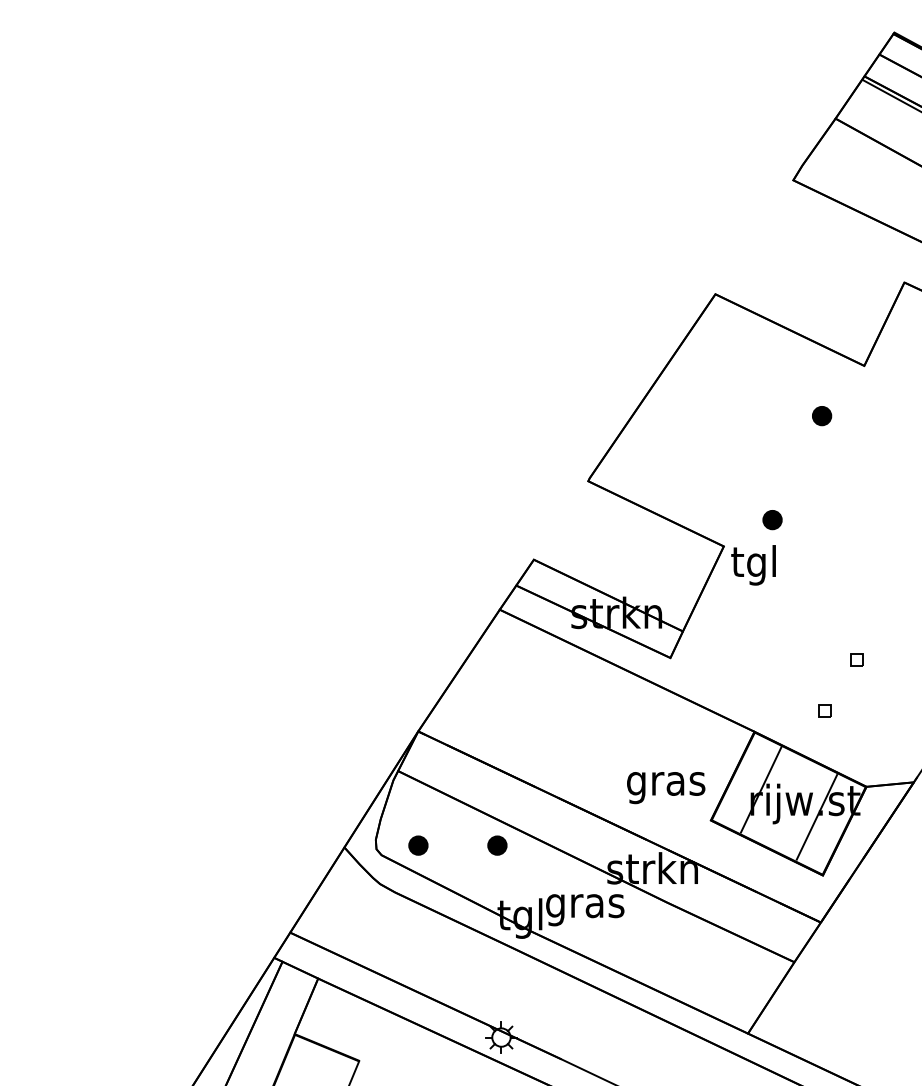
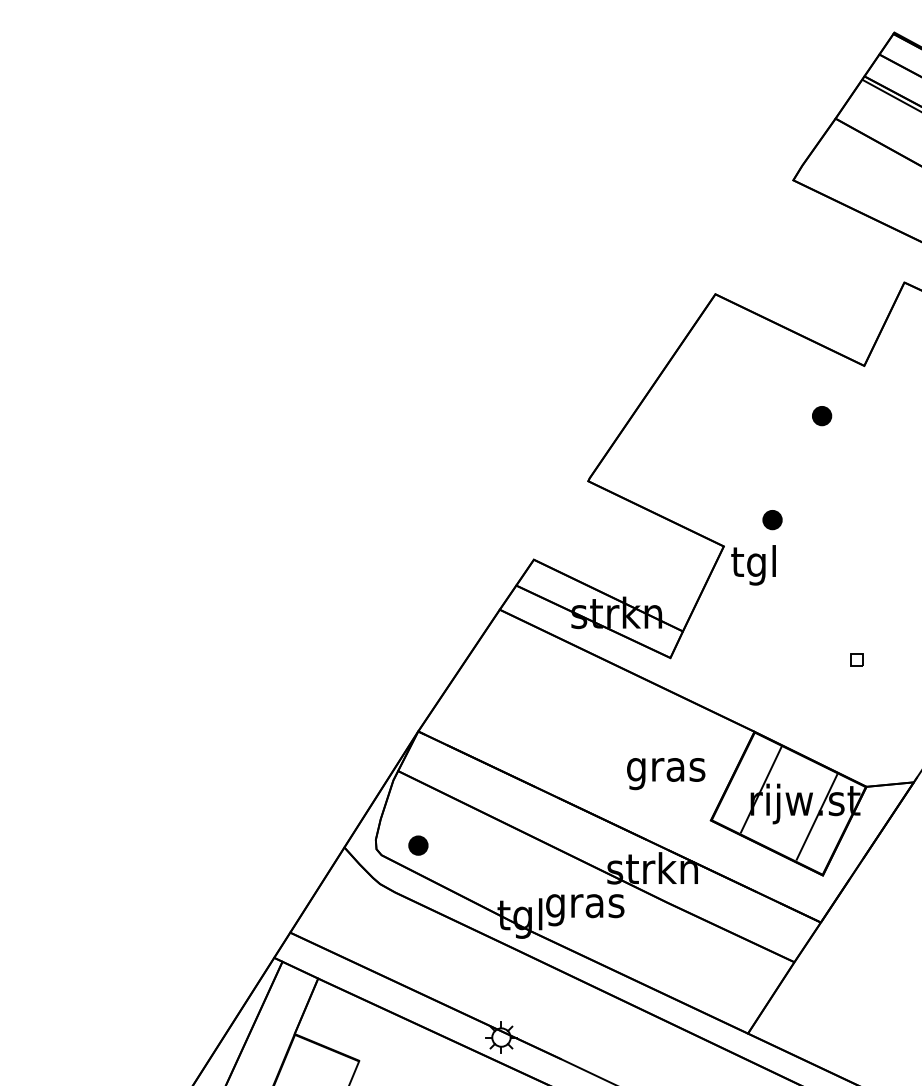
part at (824, 710): present -> none
text at (666, 788) position: (666, 788) -> (666, 774)
part at (497, 845): present -> none
